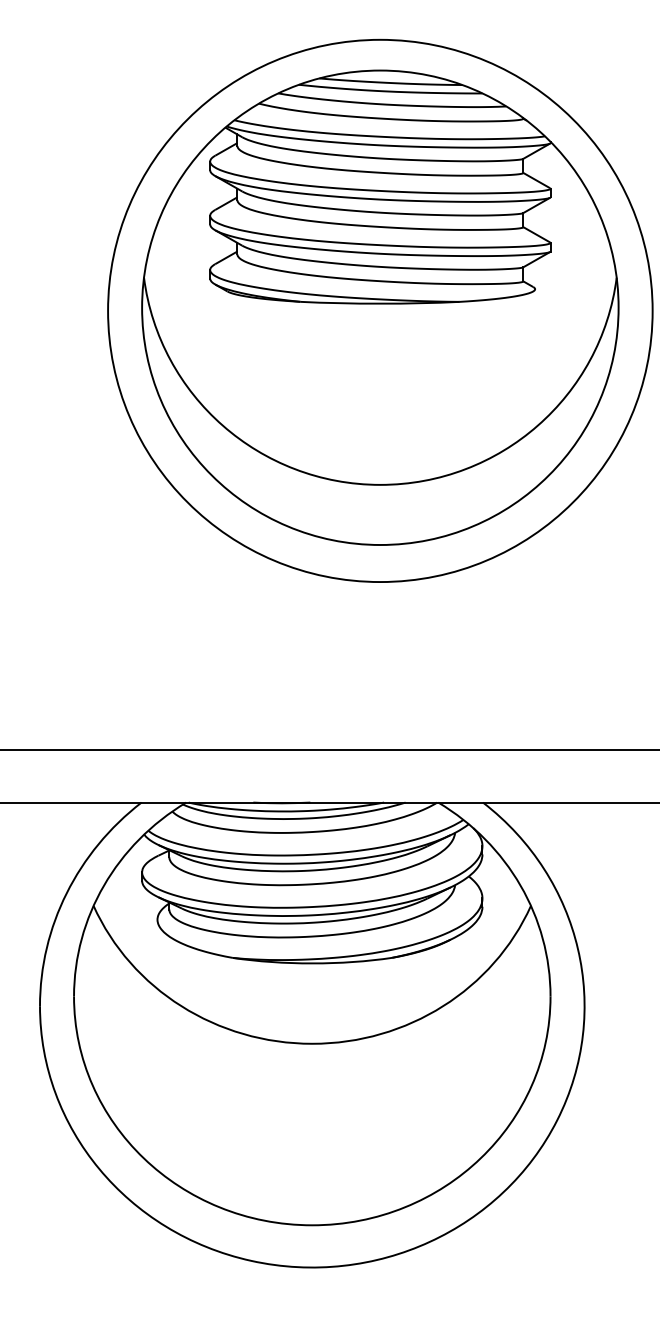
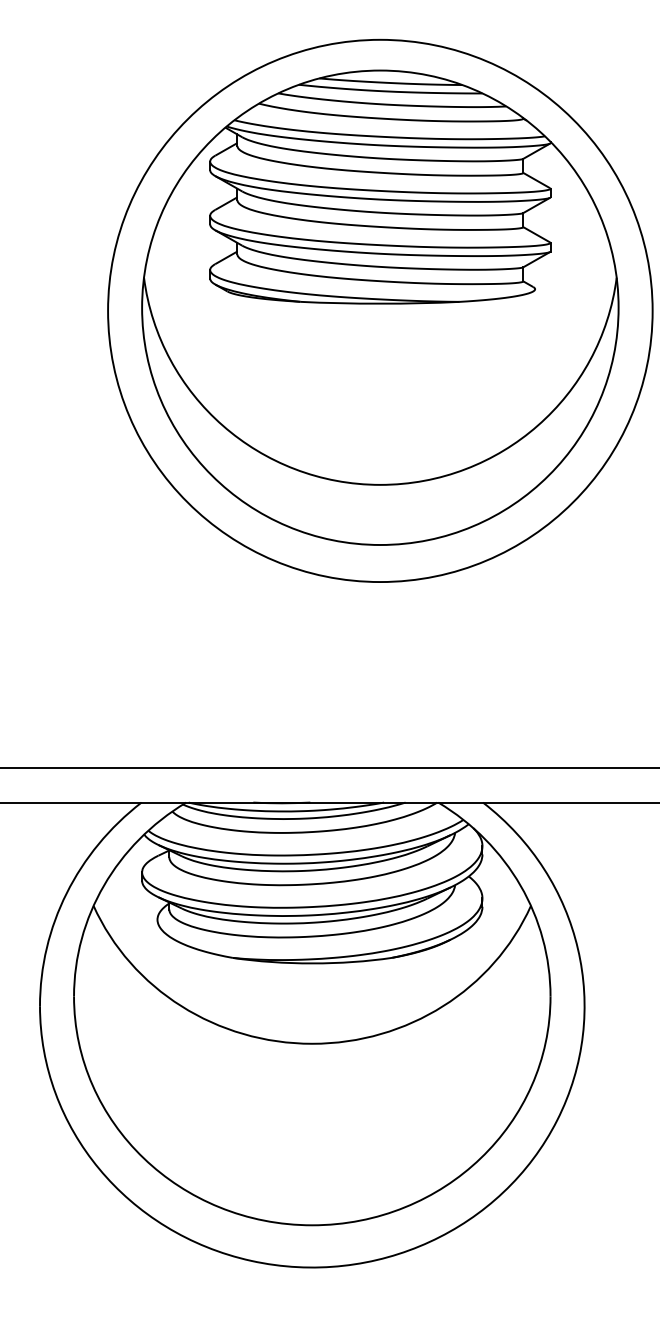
line at (329, 750) position: (329, 750) -> (329, 768)
